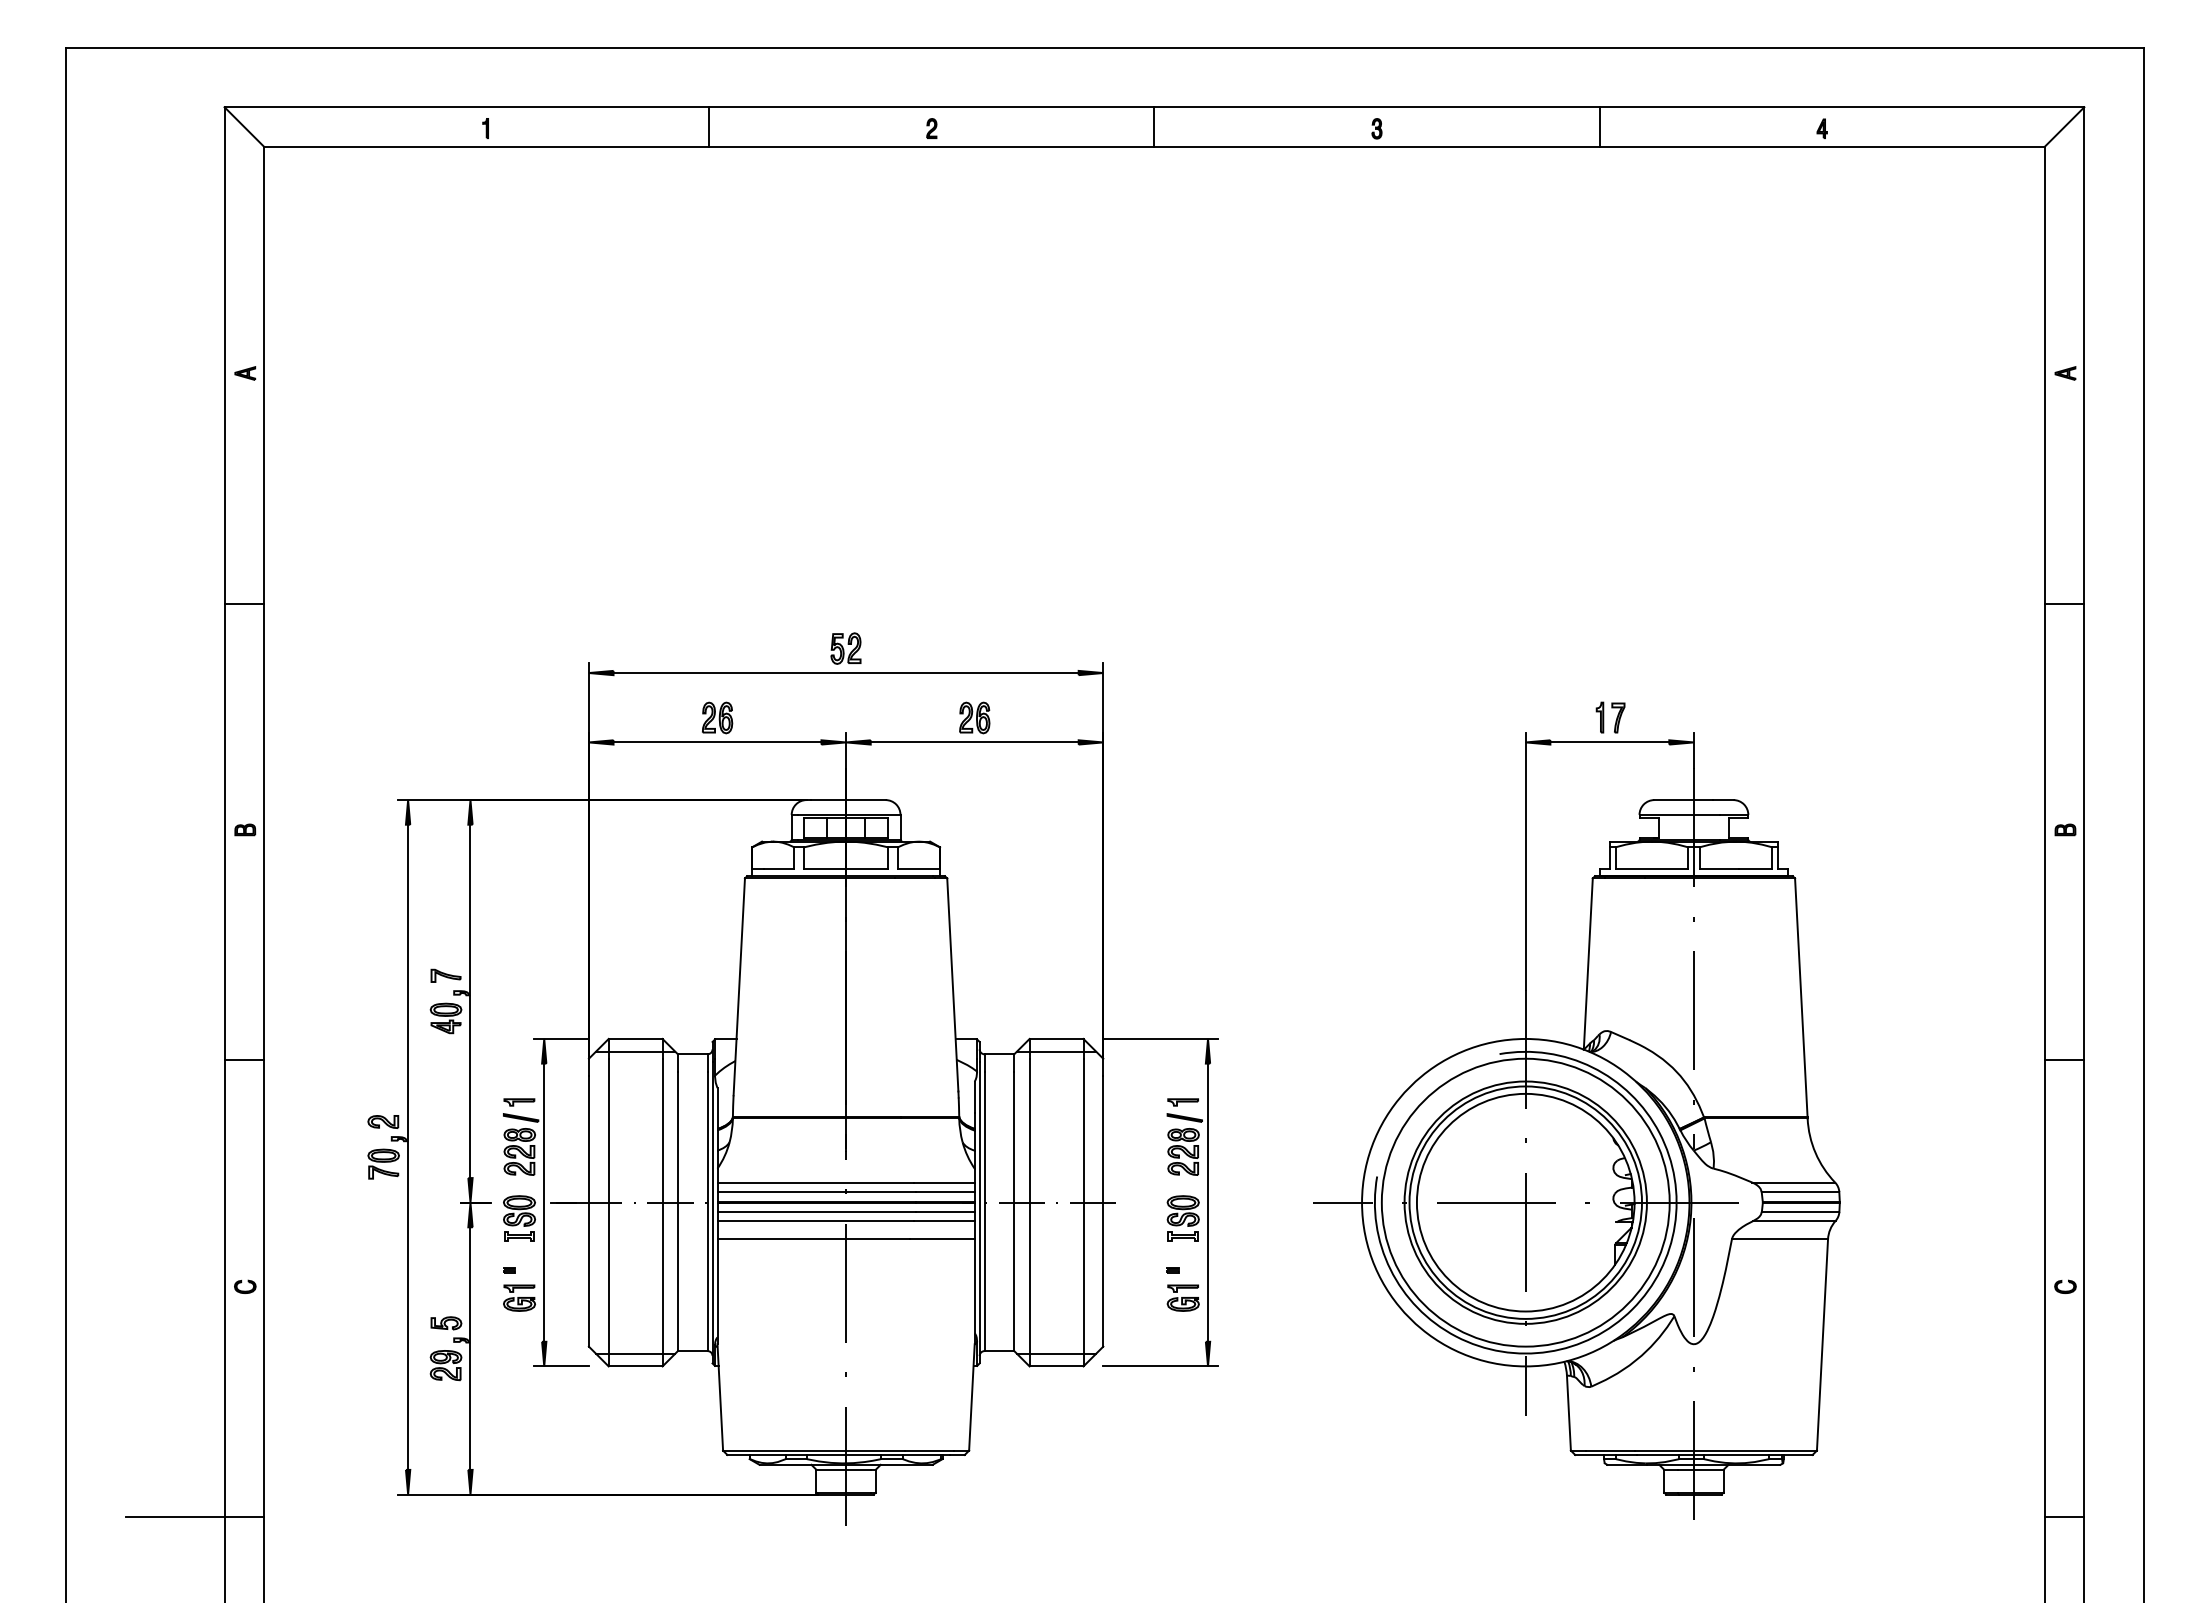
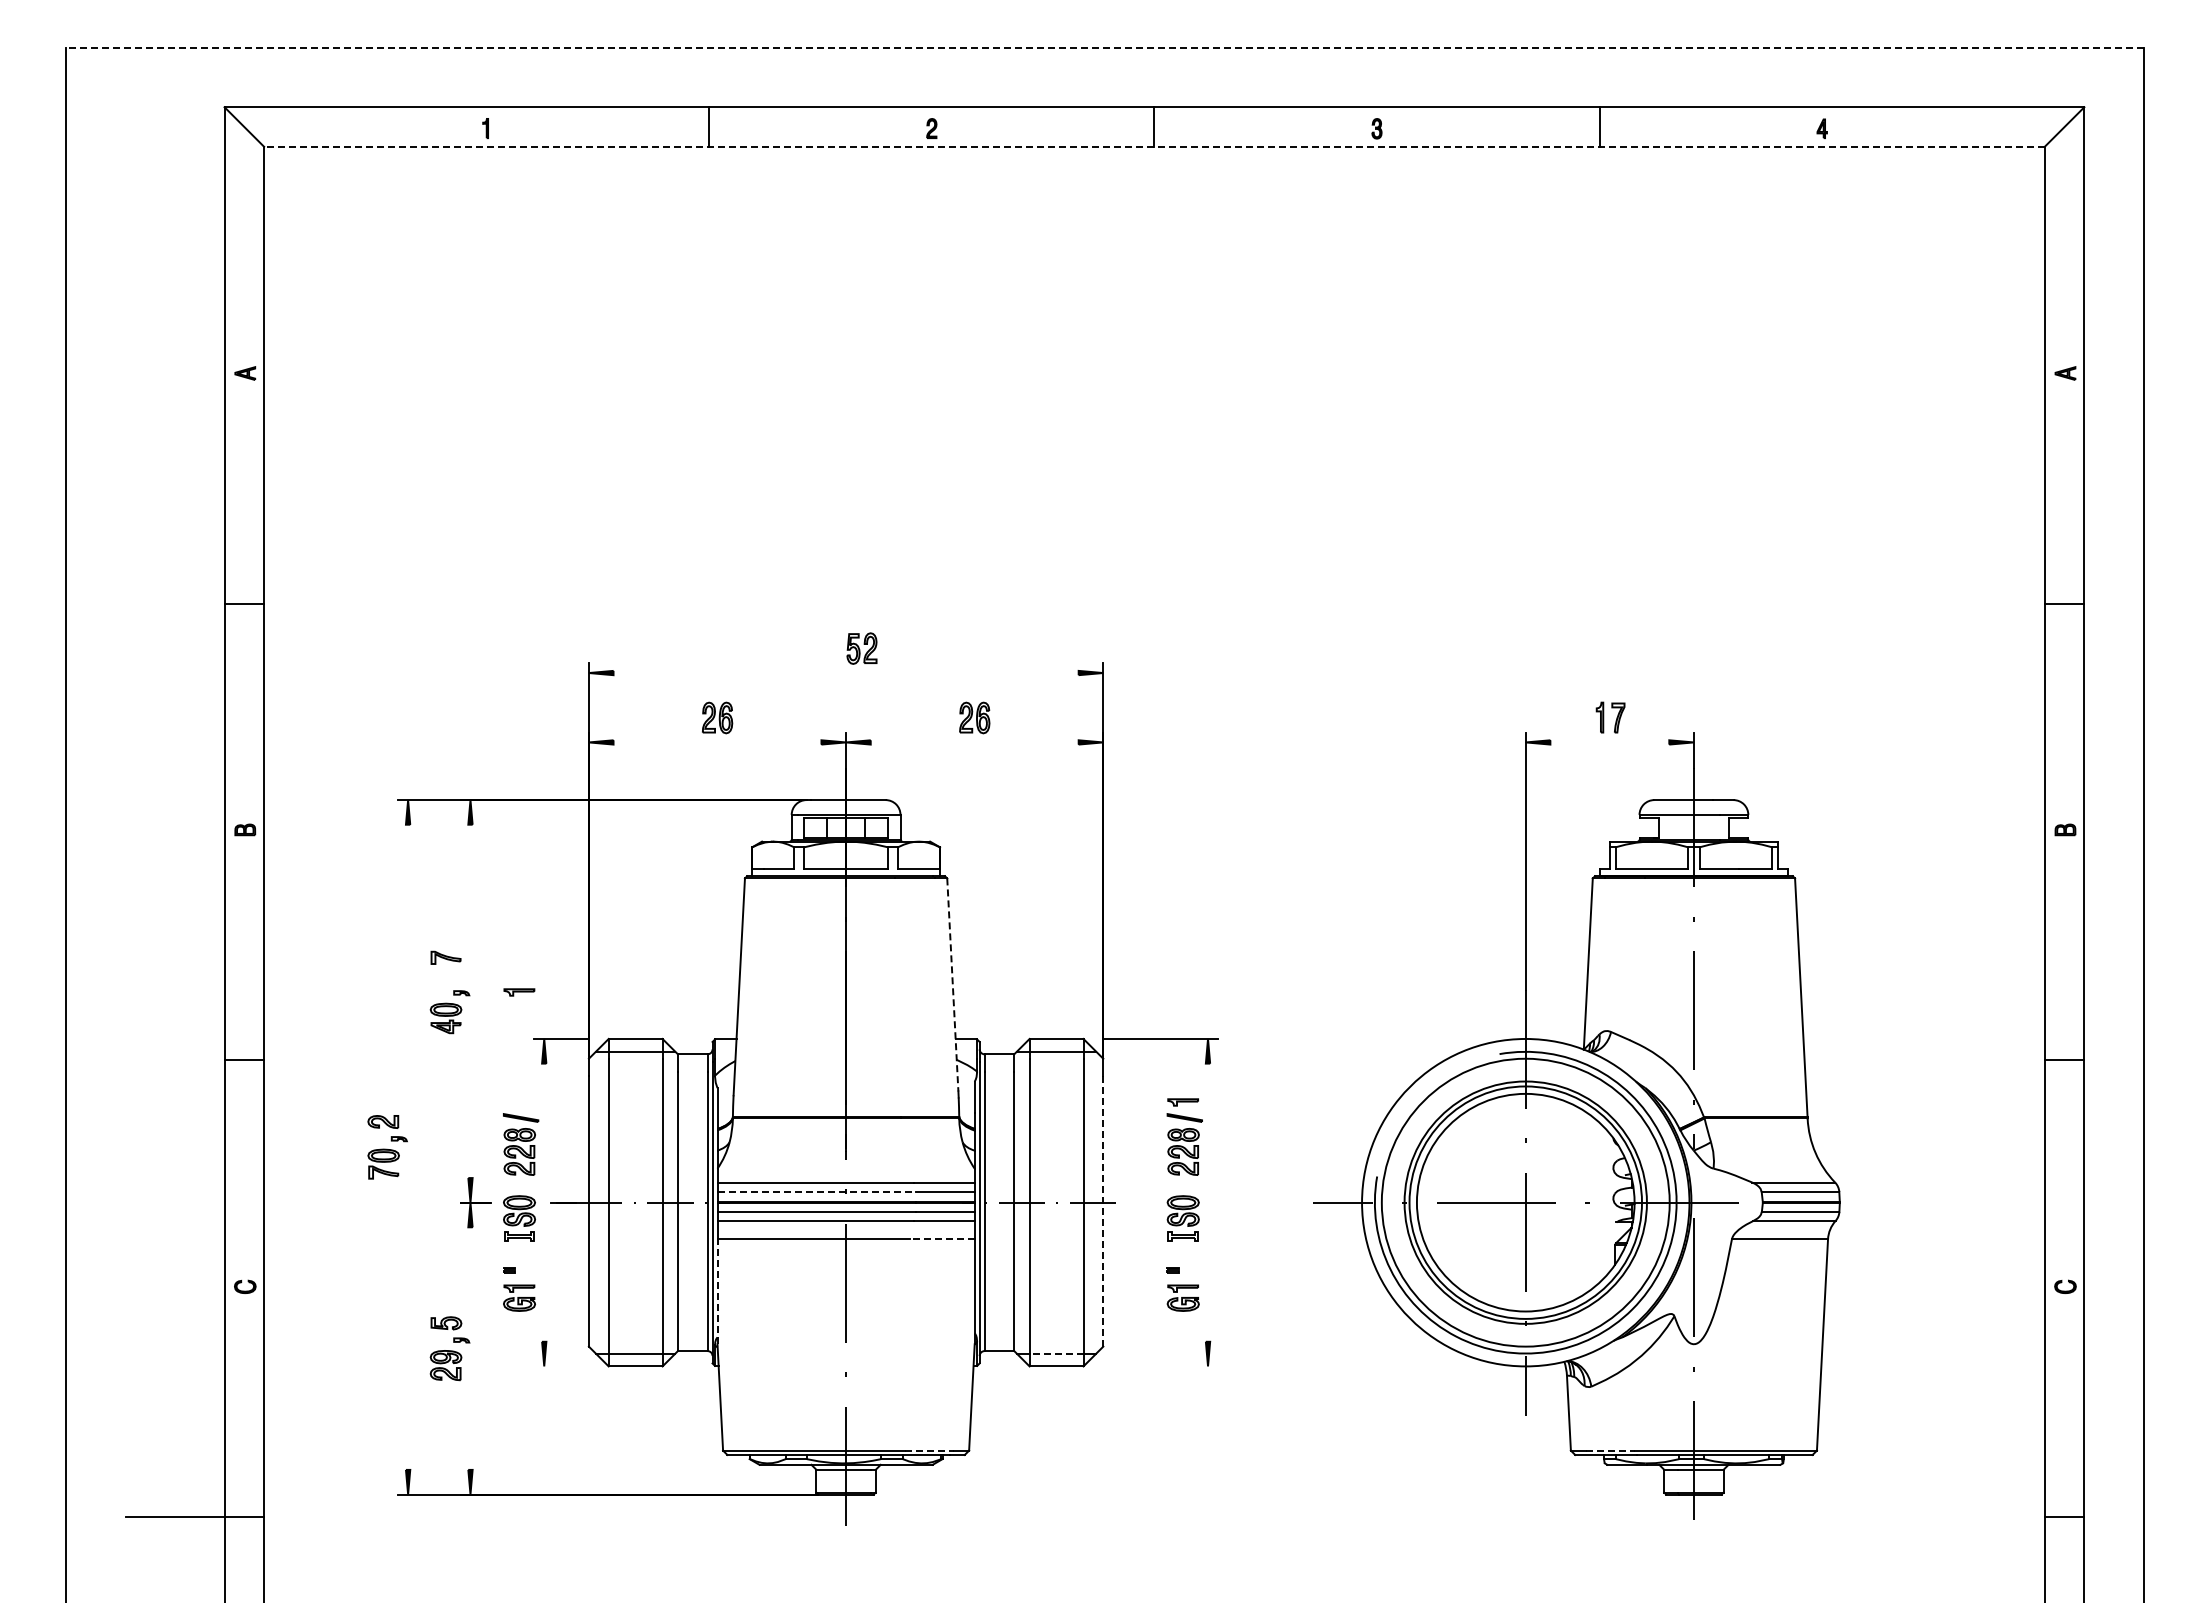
line at (1105, 47): solid -> dashed
line at (1153, 146): solid -> dashed
part at (845, 648) position: (845, 648) -> (861, 648)
line at (845, 673): present -> none
line at (717, 742): present -> none
line at (974, 742): present -> none
line at (1609, 742): present -> none
part at (445, 975) position: (445, 975) -> (445, 957)
line at (952, 984): solid -> dashed
line at (470, 1001): present -> none
part at (519, 1102) position: (519, 1102) -> (519, 992)
line at (408, 1146): present -> none
line at (817, 1192): solid -> dashed
line at (544, 1202): present -> none
line at (1208, 1202): present -> none
line at (1103, 1211): solid -> dashed
line at (942, 1239): solid -> dashed
line at (717, 1291): solid -> dashed
line at (470, 1348): present -> none
line at (1056, 1353): solid -> dashed
line at (561, 1366): present -> none
line at (1160, 1366): present -> none
line at (930, 1450): solid -> dashed
line at (1610, 1450): solid -> dashed
